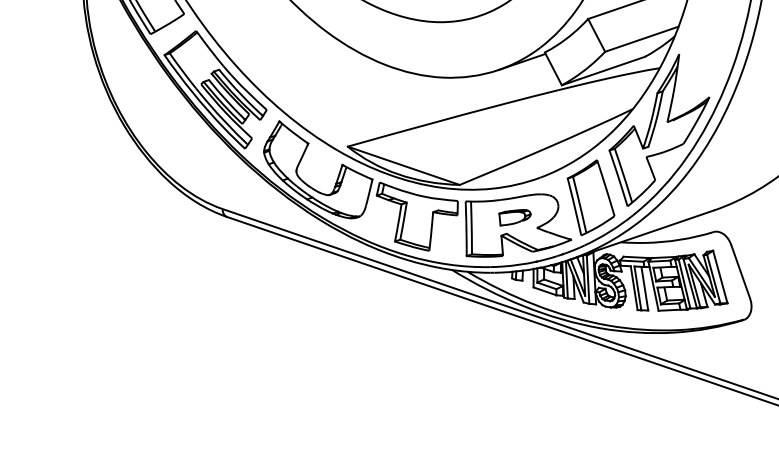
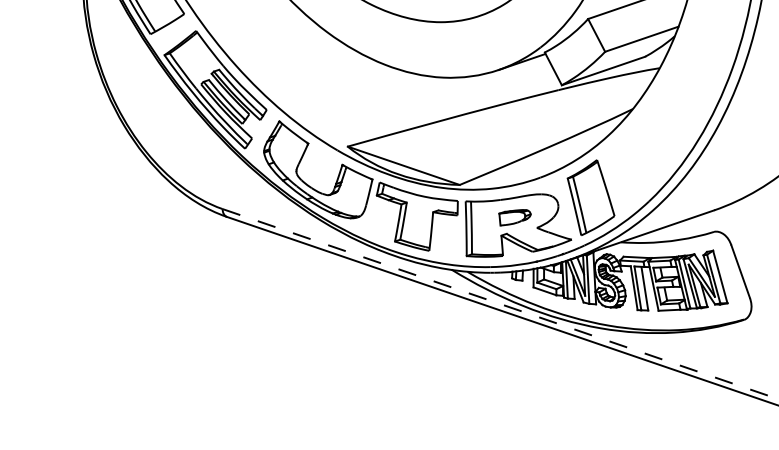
part at (659, 130): present -> none
line at (500, 304): solid -> dashed
